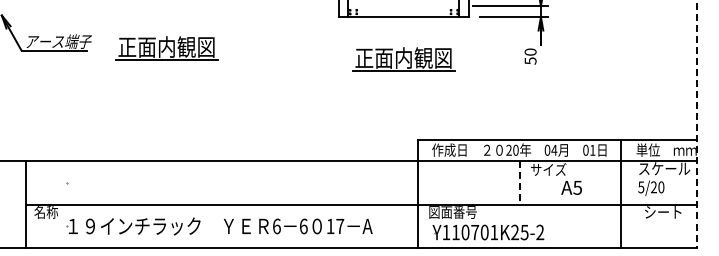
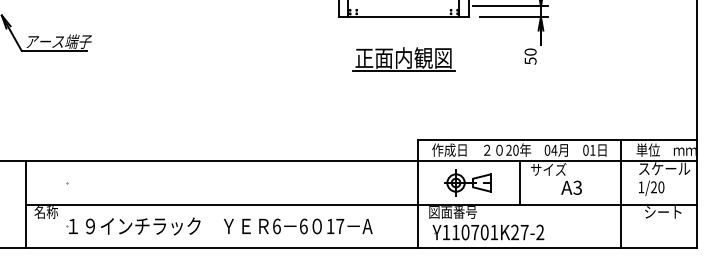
part at (166, 48): present -> none
line at (697, 124): dashed -> solid
part at (467, 182): none -> present
line at (519, 183): dashed -> solid
text at (577, 187): A5 -> A3
text at (641, 187): 5/20 -> 1/20
text at (524, 232): Y110701K25-2 -> Y110701K27-2
